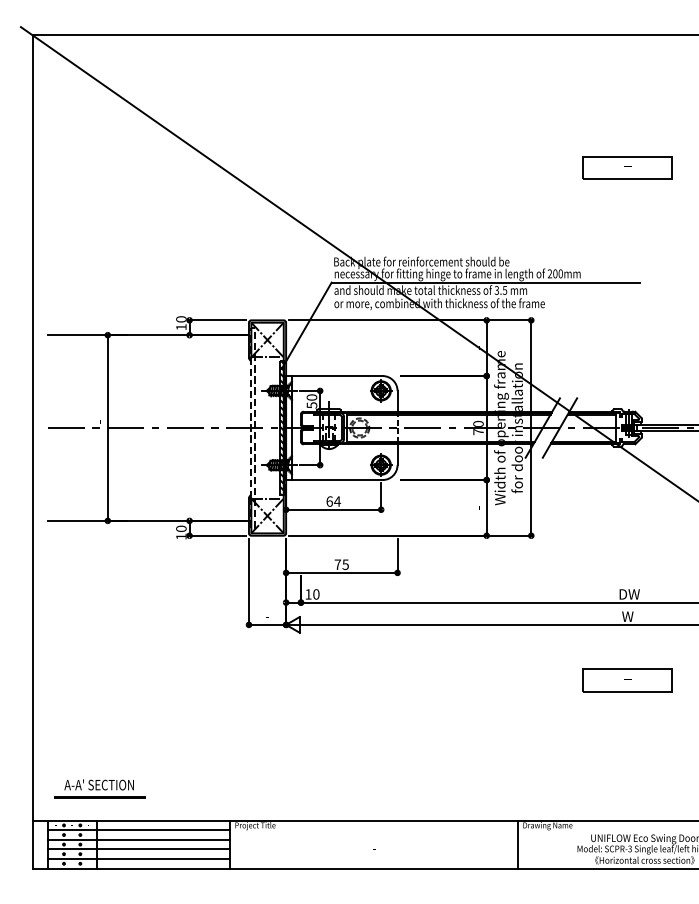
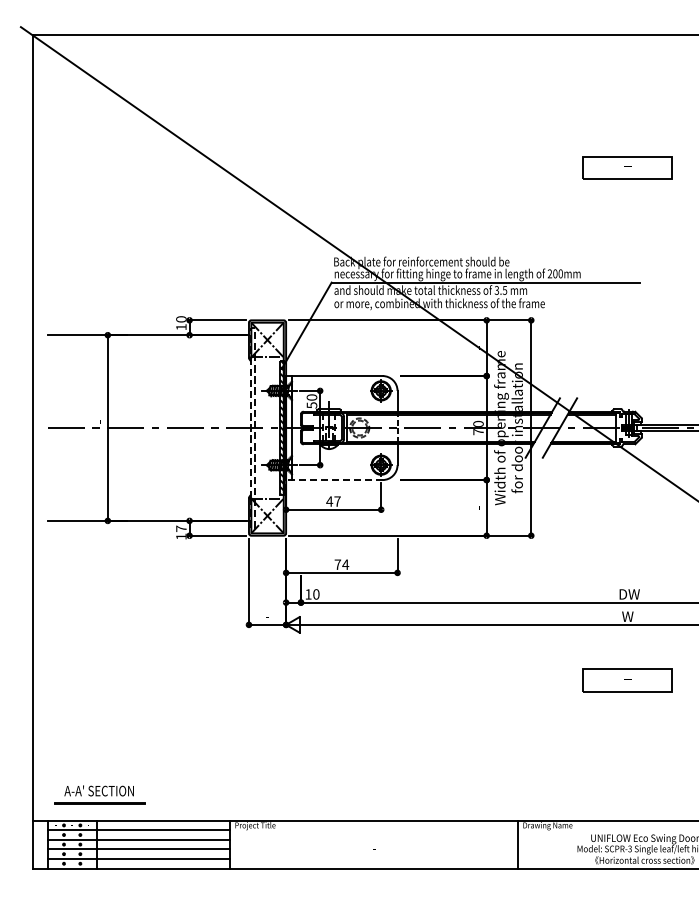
line at (333, 480): solid -> dashed
text at (333, 501): 64 -> 47
text at (181, 528): 10 -> 17
text at (345, 564): 75 -> 74
part at (99, 788) position: (99, 788) -> (99, 794)
